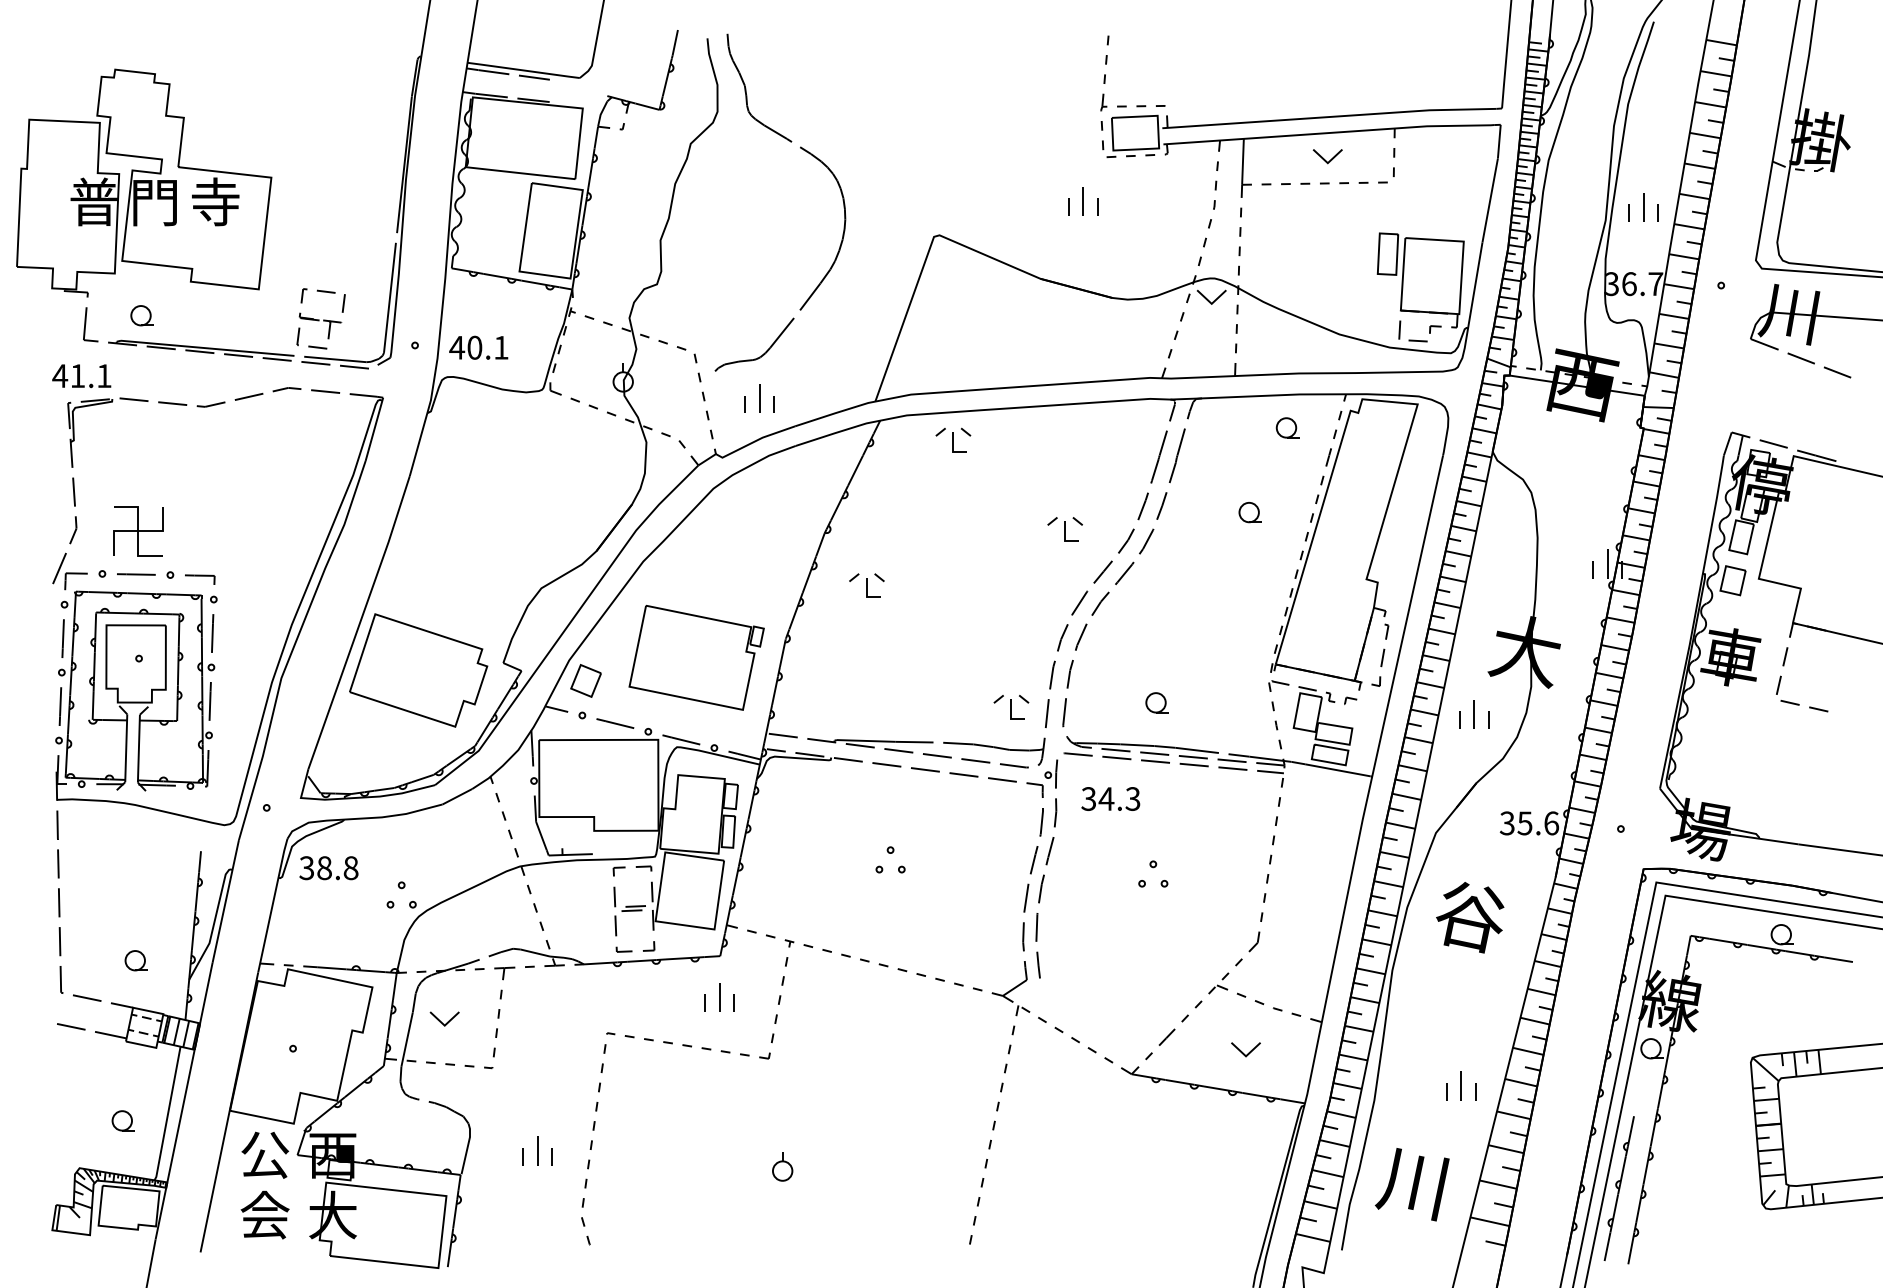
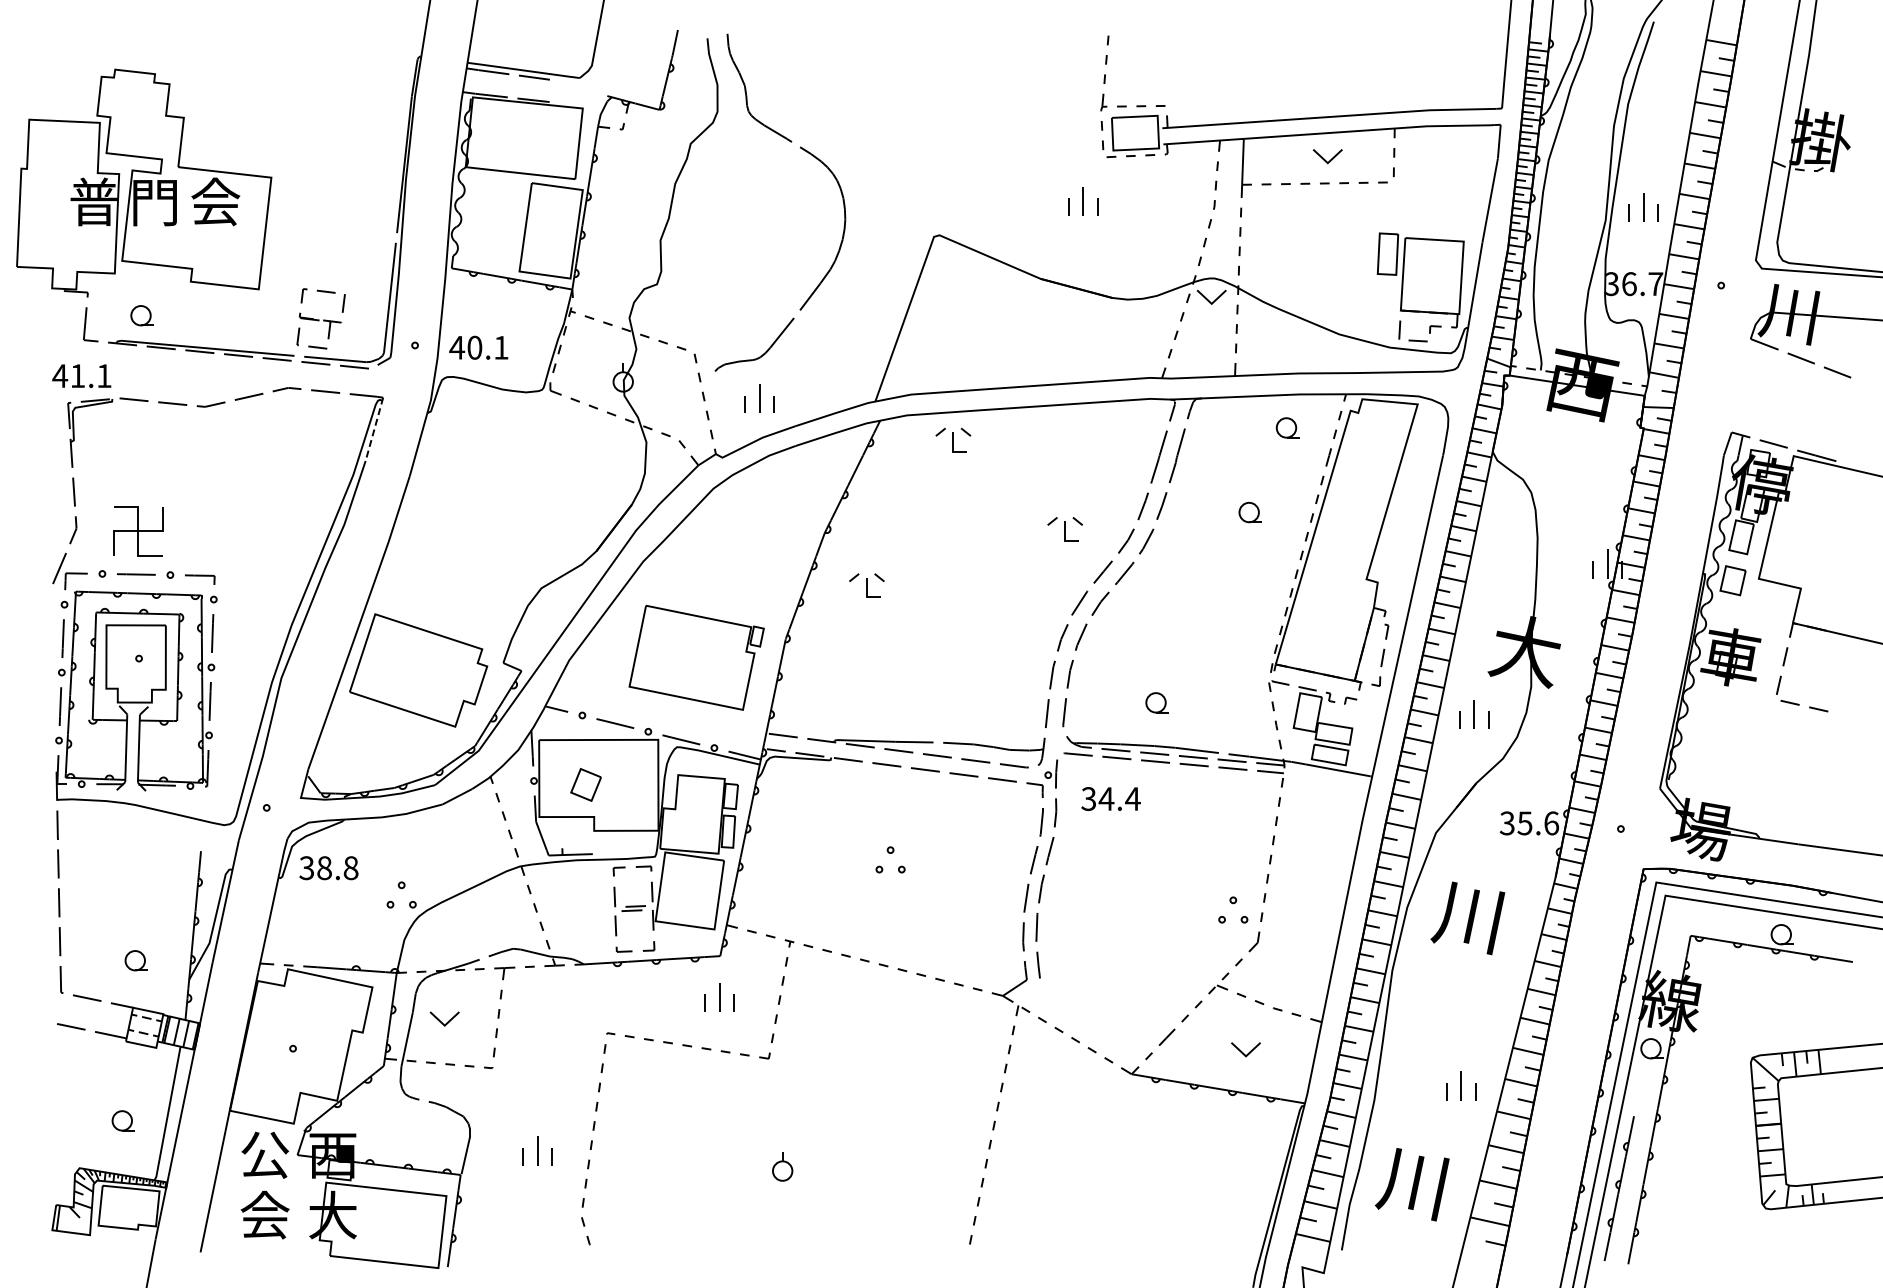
text at (215, 201): 寺 -> 会
line at (374, 429): solid -> dashed
part at (585, 680) position: (585, 680) -> (585, 784)
part at (1011, 707): present -> none
text at (1132, 798): 34.3 -> 34.4
part at (1153, 873) position: (1153, 873) -> (1233, 909)
text at (1467, 918): 谷 -> 川
